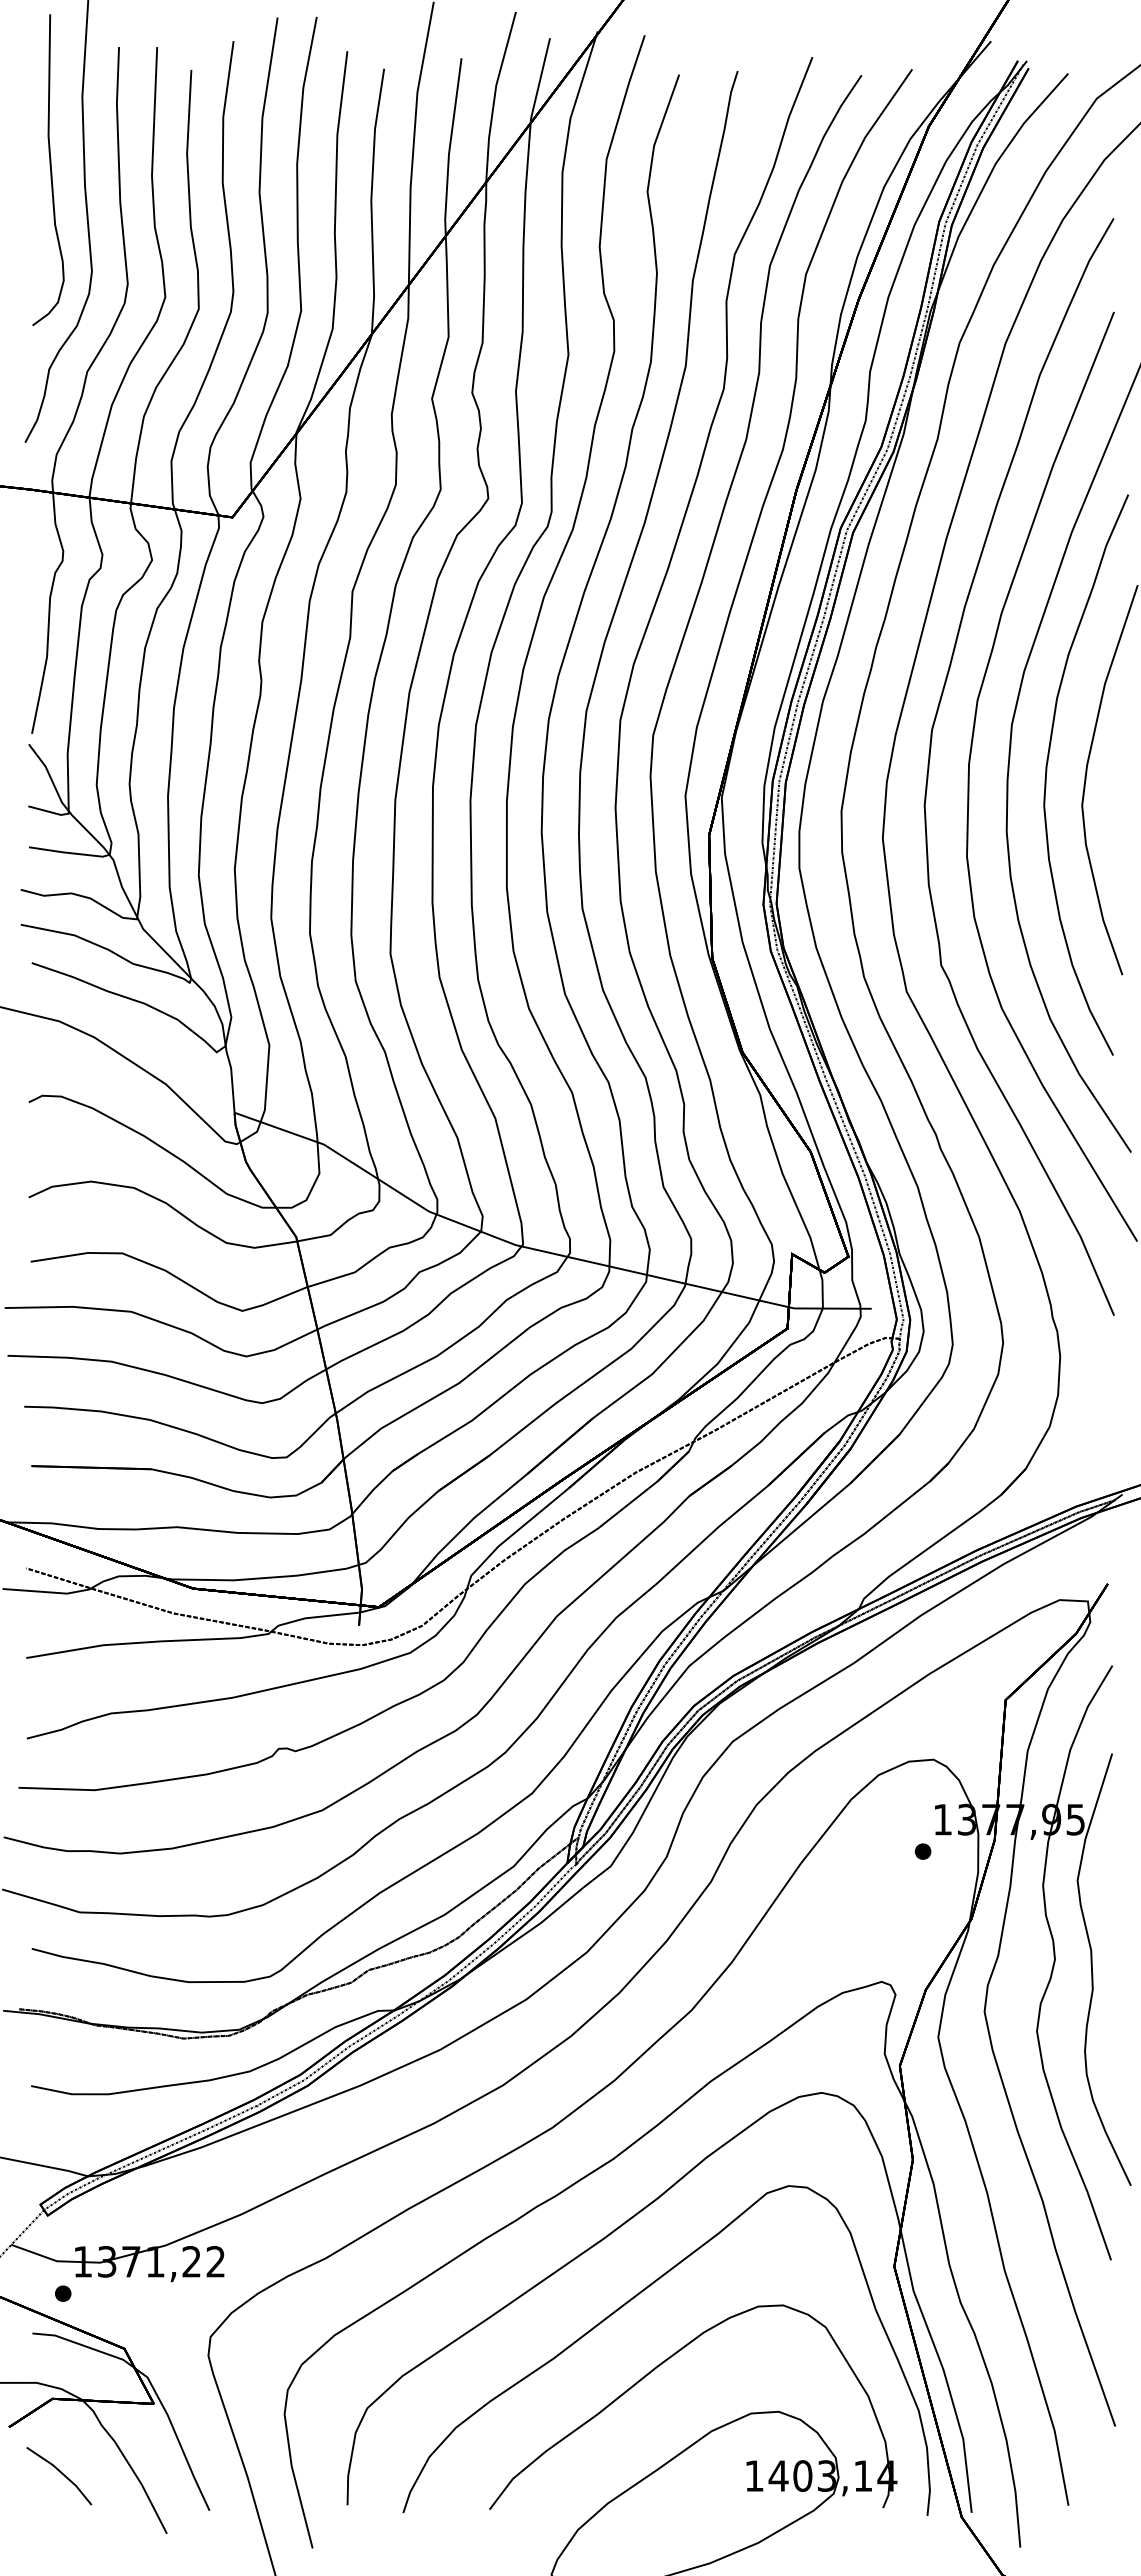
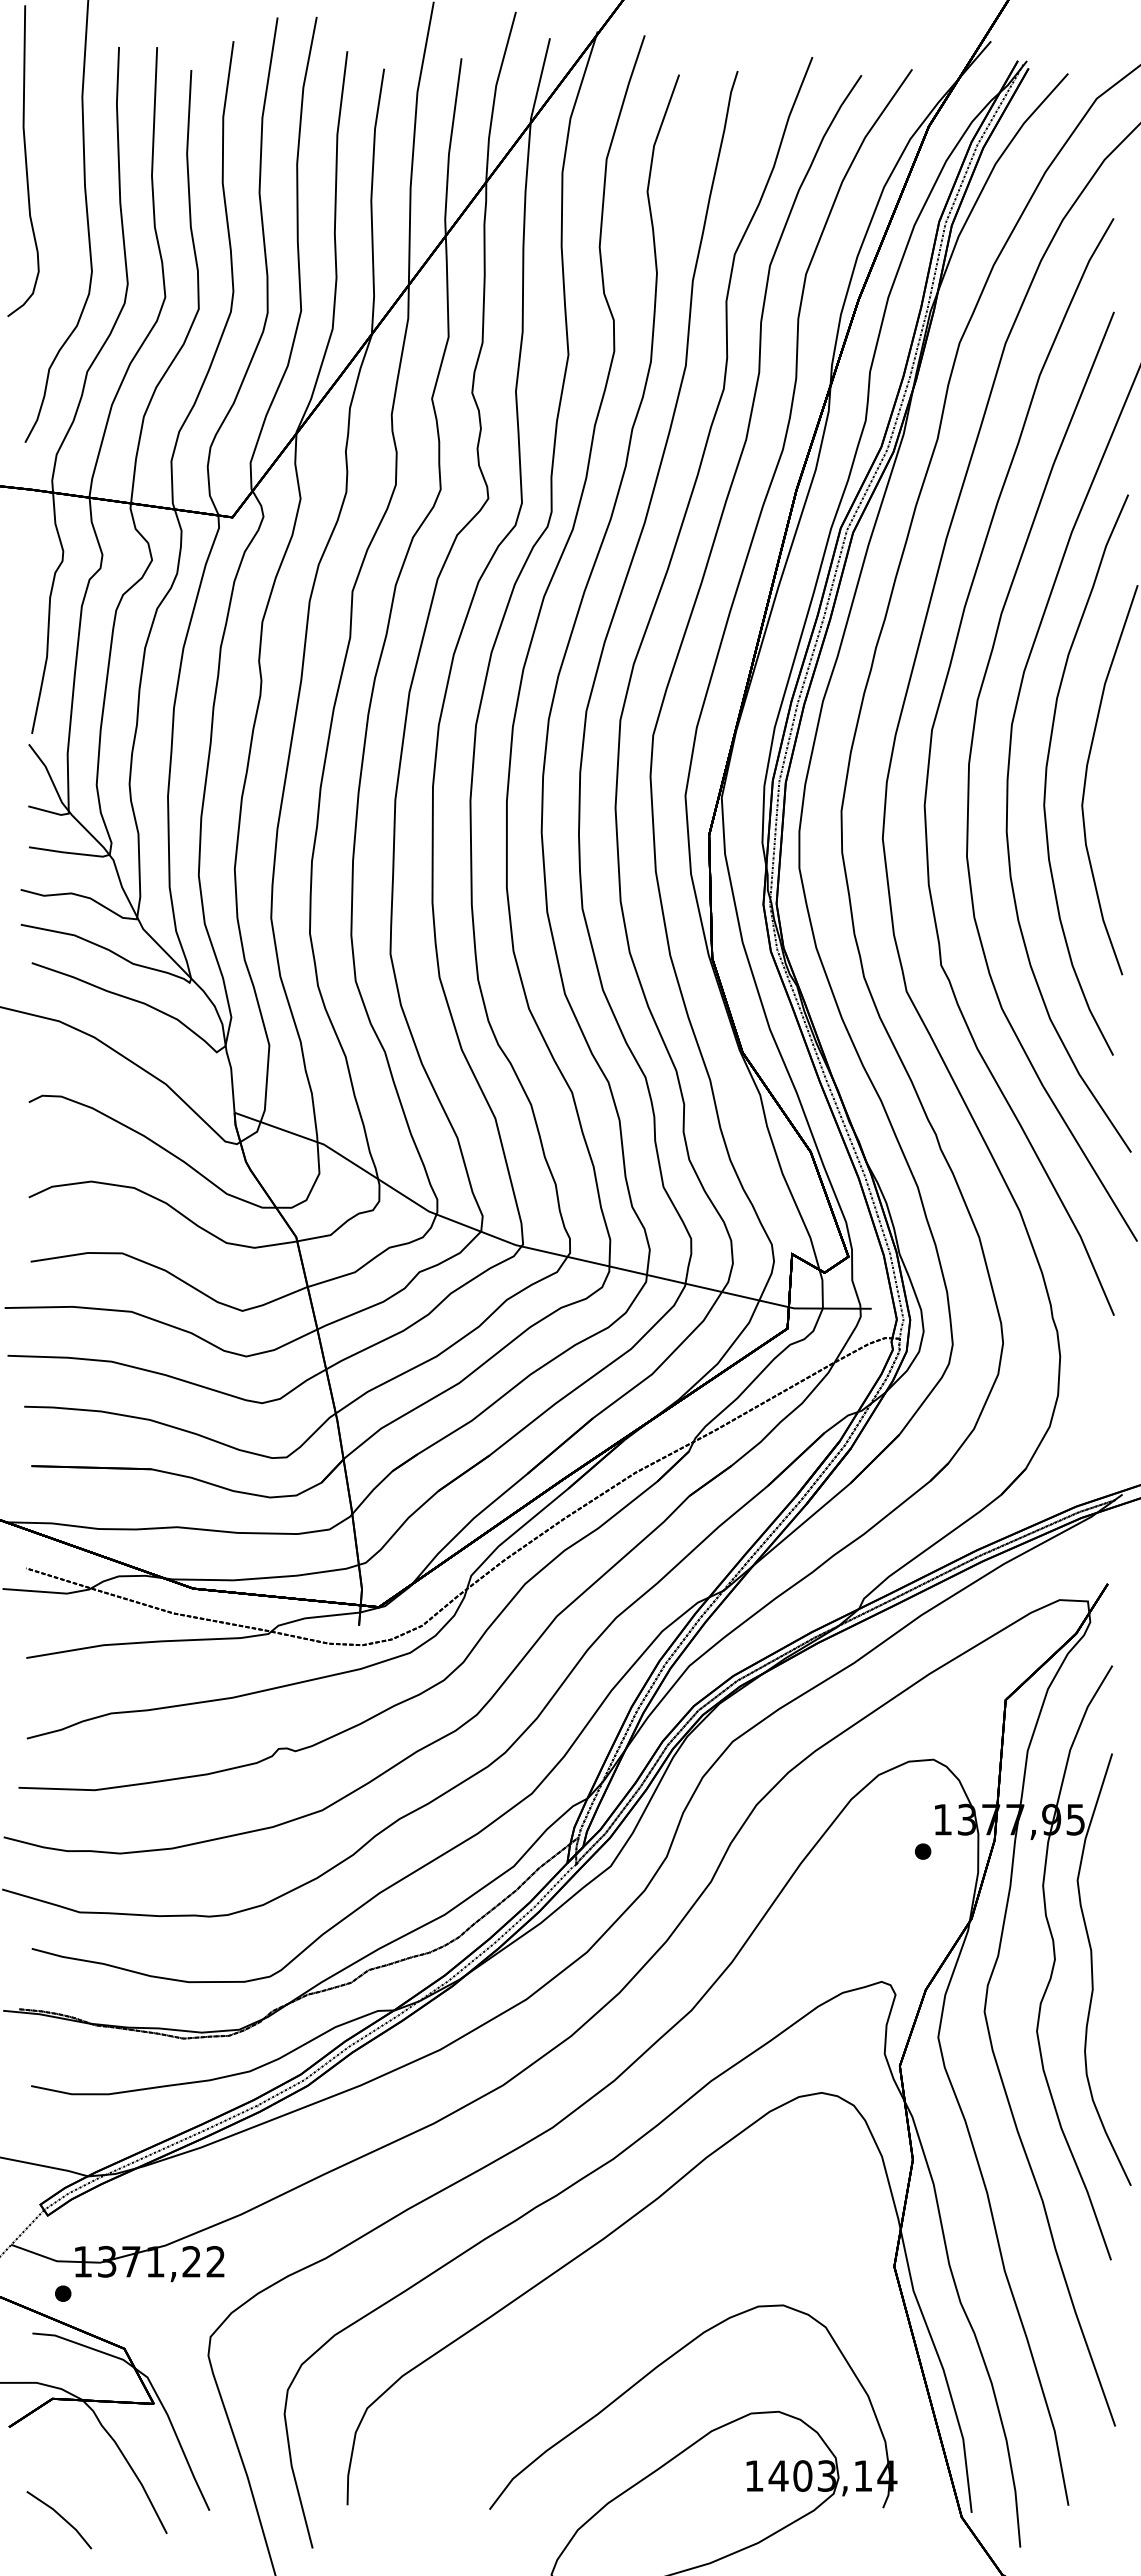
part at (48, 170) position: (48, 170) -> (23, 161)
curve at (630, 2301): present -> none
line at (61, 2474) position: (61, 2474) -> (61, 2518)
